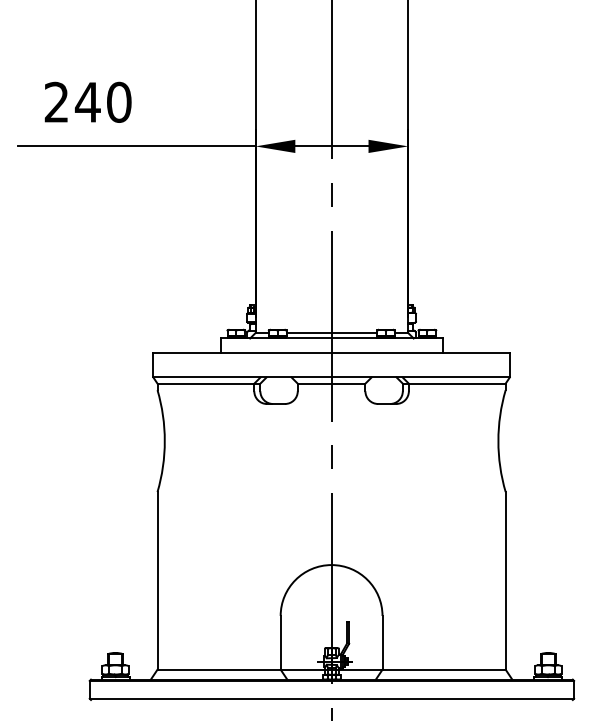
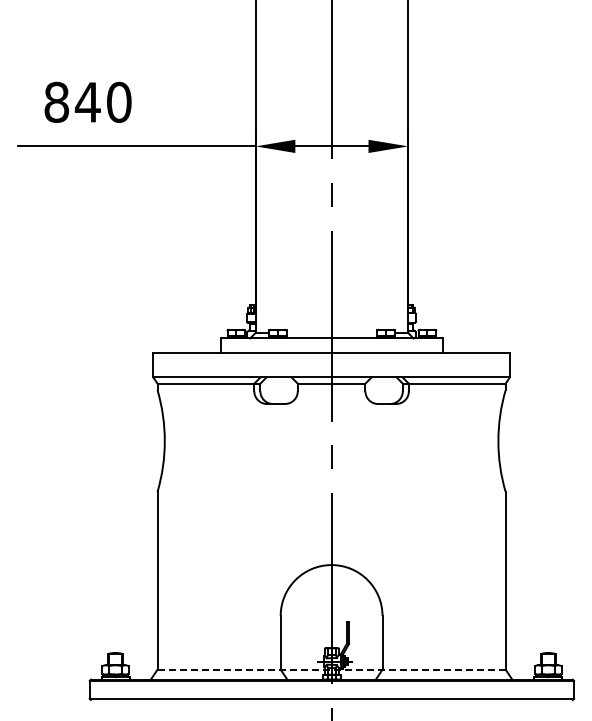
text at (56, 101): 240 -> 840
line at (331, 333): present -> none
line at (331, 669): solid -> dashed
